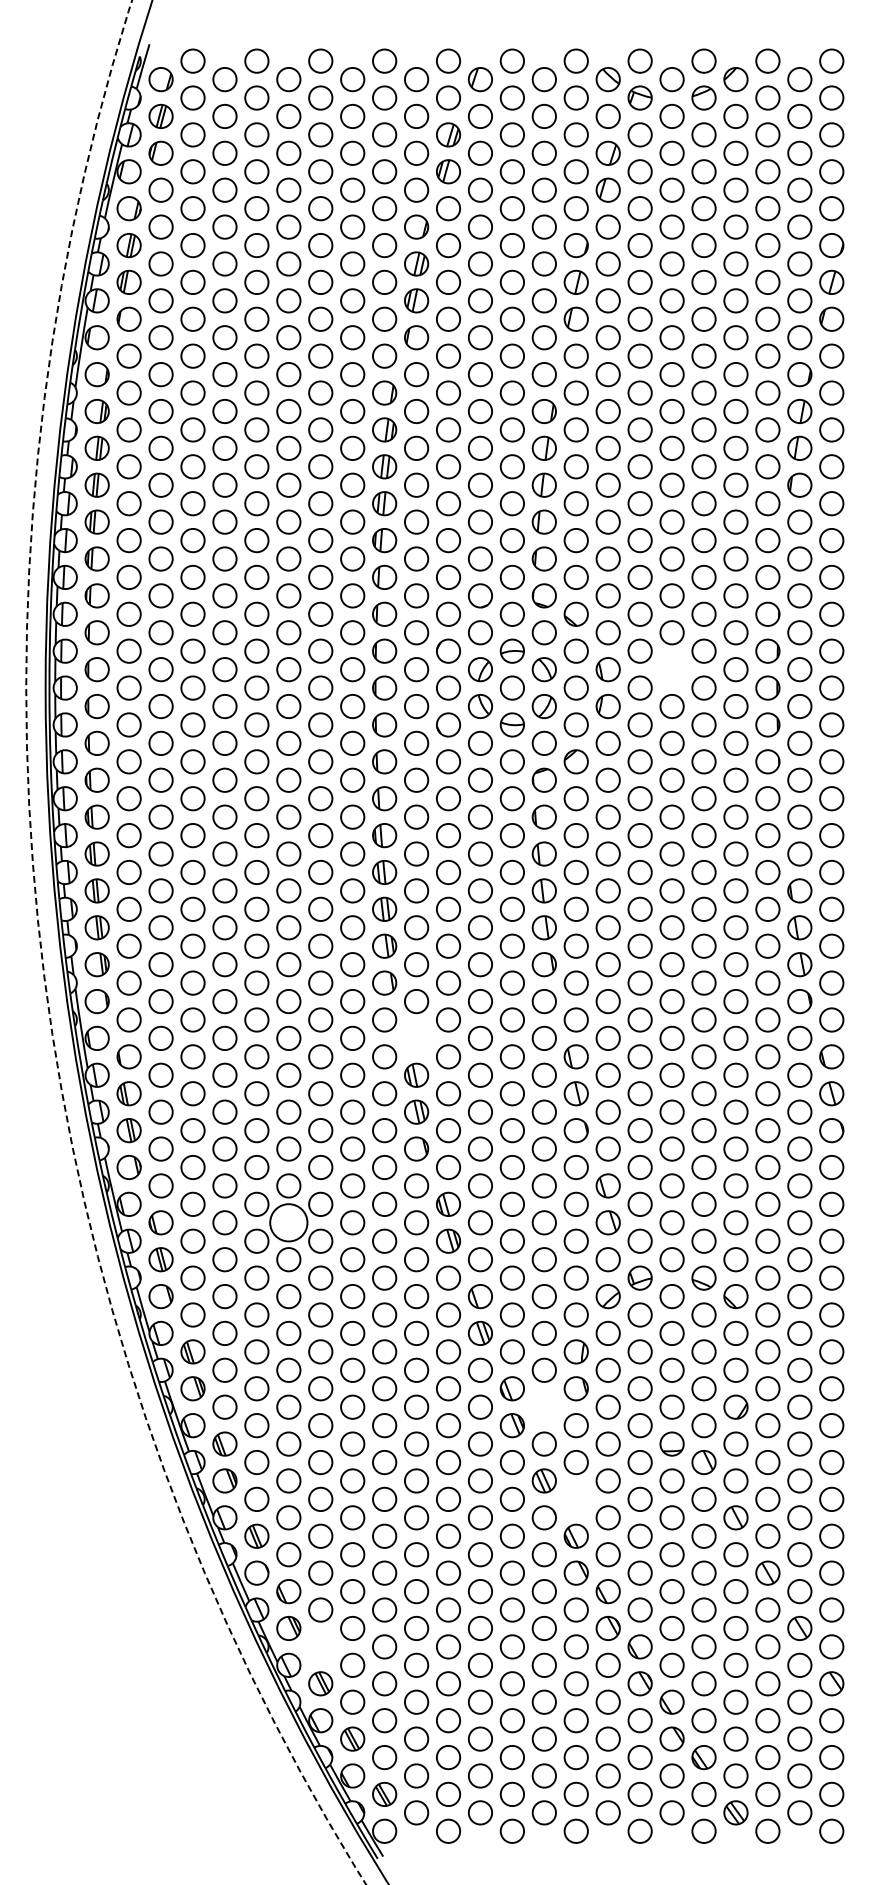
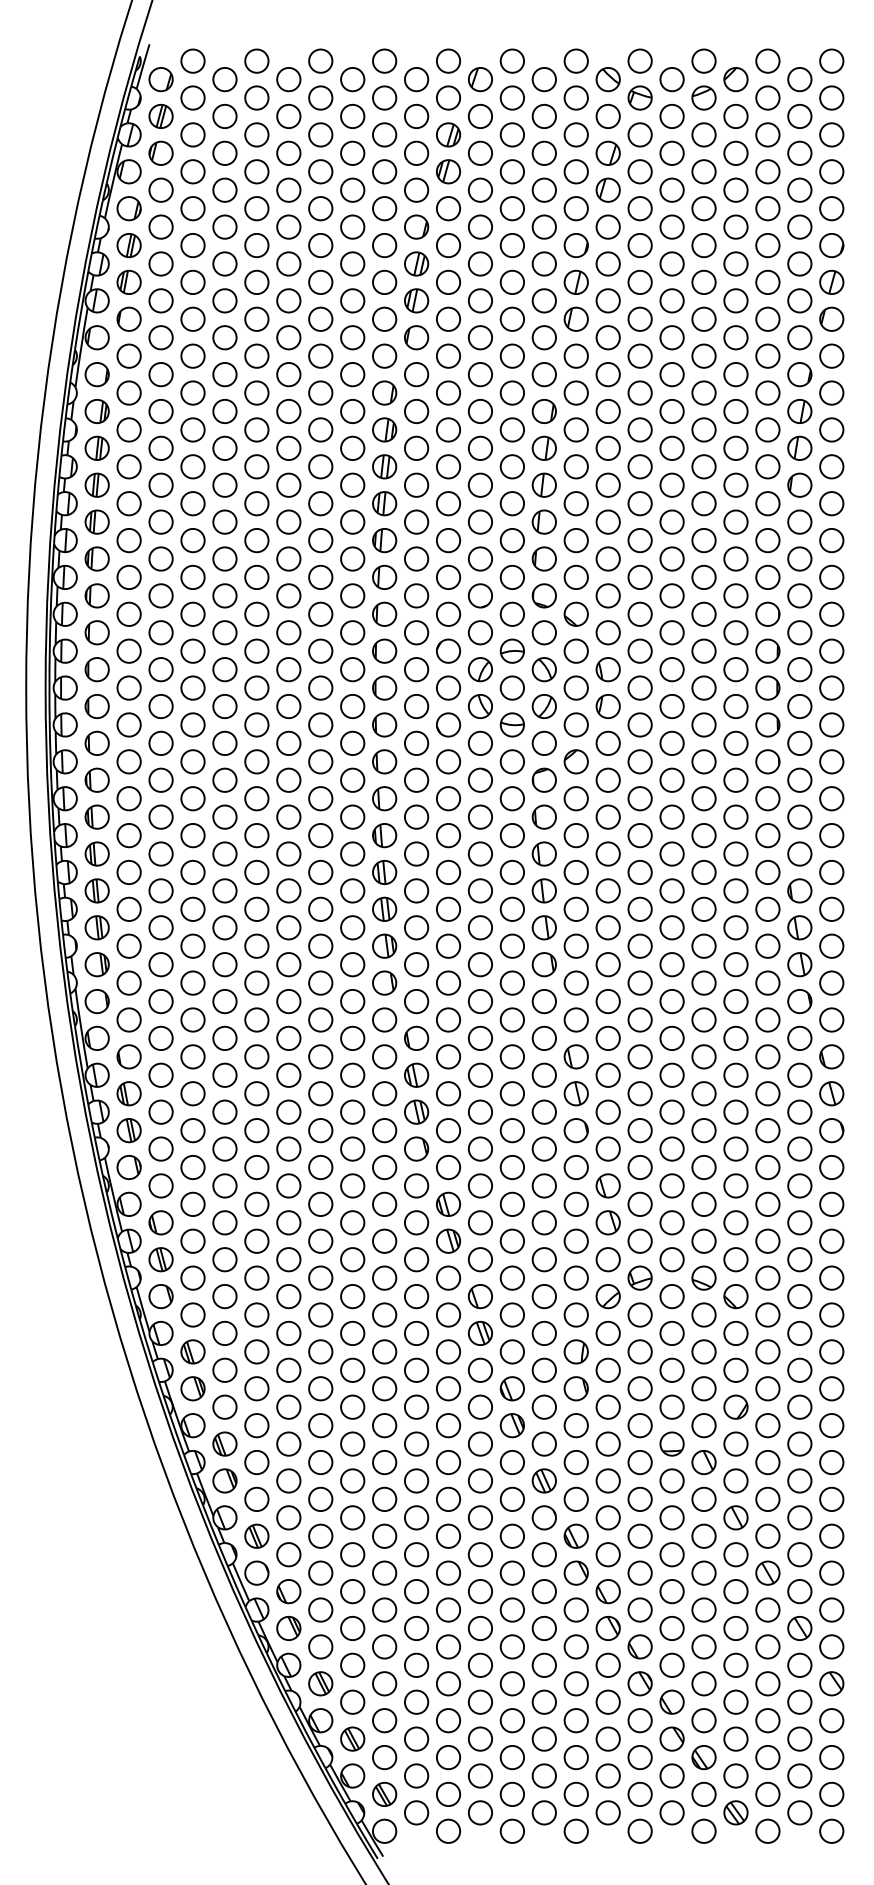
circle at (671, 669): none -> present
circle at (196, 942): dashed -> solid
part at (416, 1037): none -> present
circle at (288, 1222) diameter: 37 px -> 23 px
circle at (543, 1406): none -> present
circle at (575, 1498): none -> present
circle at (320, 1646): none -> present
